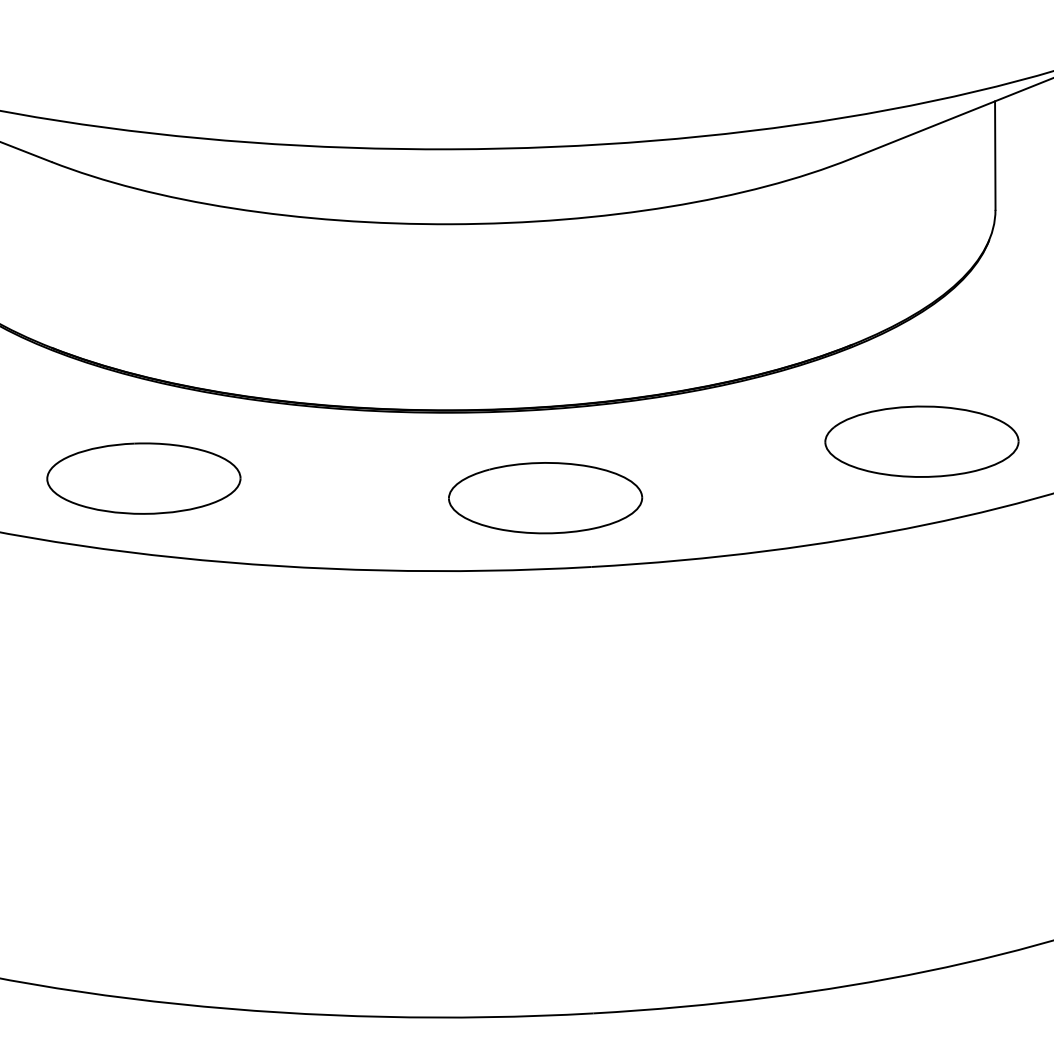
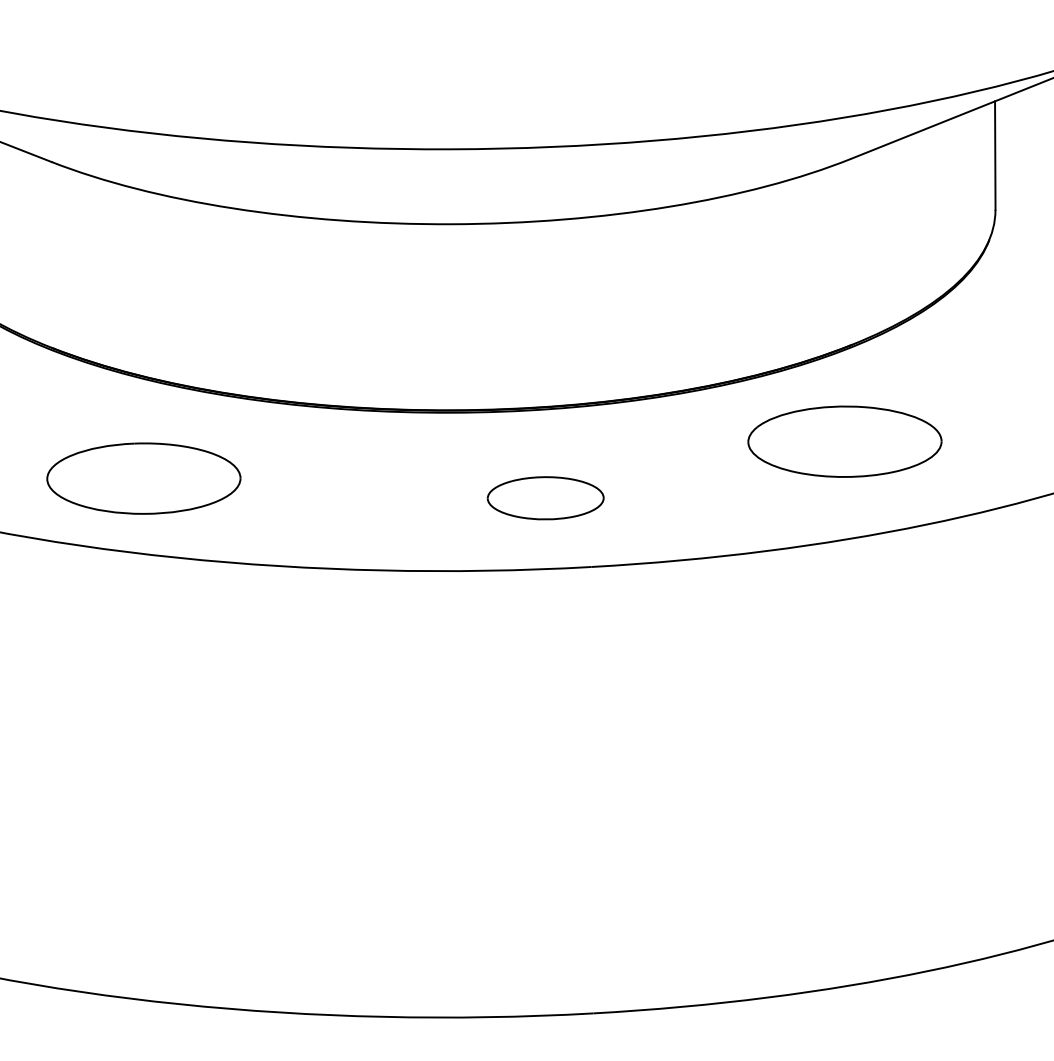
part at (921, 441) position: (921, 441) -> (844, 441)
part at (545, 498) size: 196x73 px -> 119x45 px
